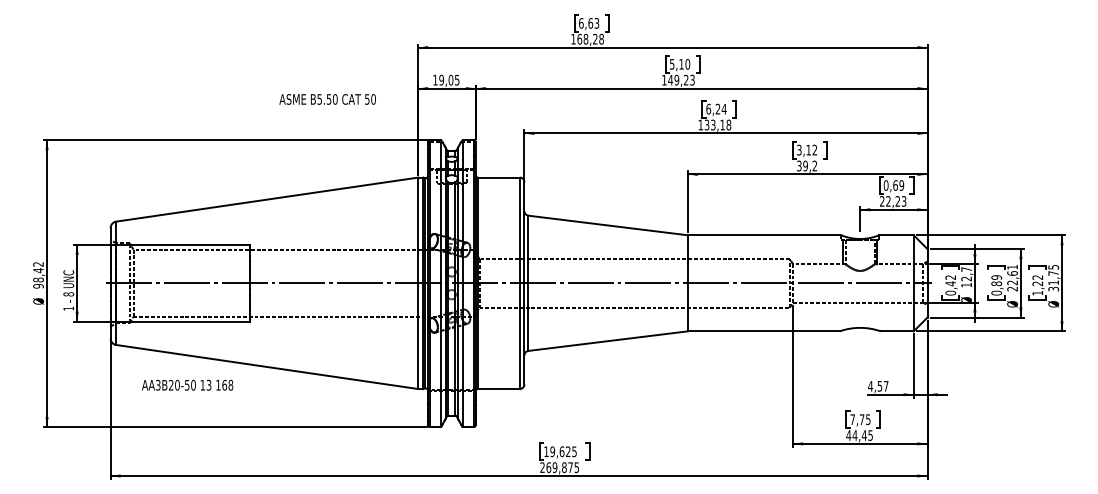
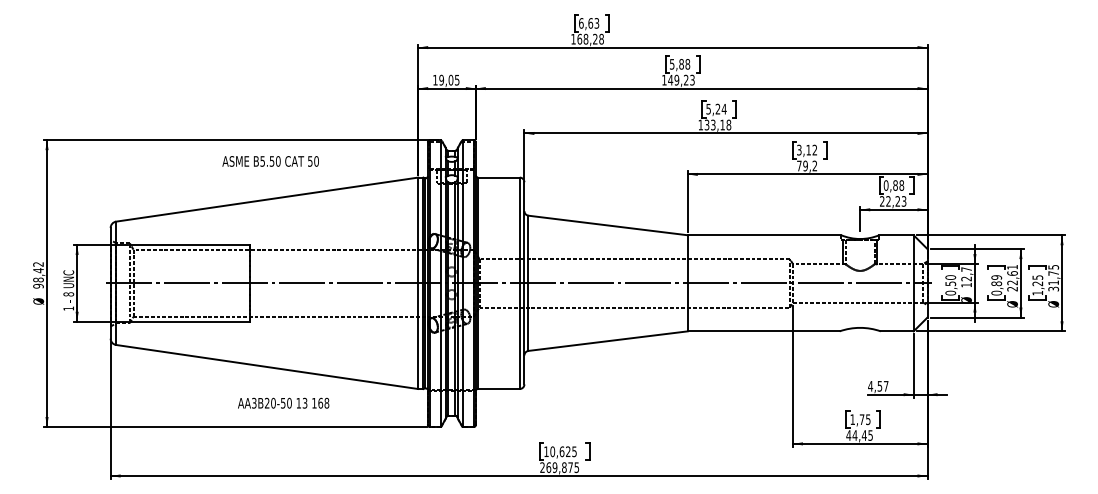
text at (684, 64): 5,10 -> 5,88
text at (327, 99) position: (327, 99) -> (270, 161)
text at (708, 108): 6,24 -> 5,24
text at (799, 165): 39,2 -> 79,2
text at (898, 185): 0,69 -> 0,88
text at (1037, 277): 1,22 -> 1,25
text at (950, 280): 0,42 -> 0,50
text at (187, 384) position: (187, 384) -> (283, 402)
text at (852, 419): 7,75 -> 1,75
text at (552, 451): 19,625 -> 10,625
